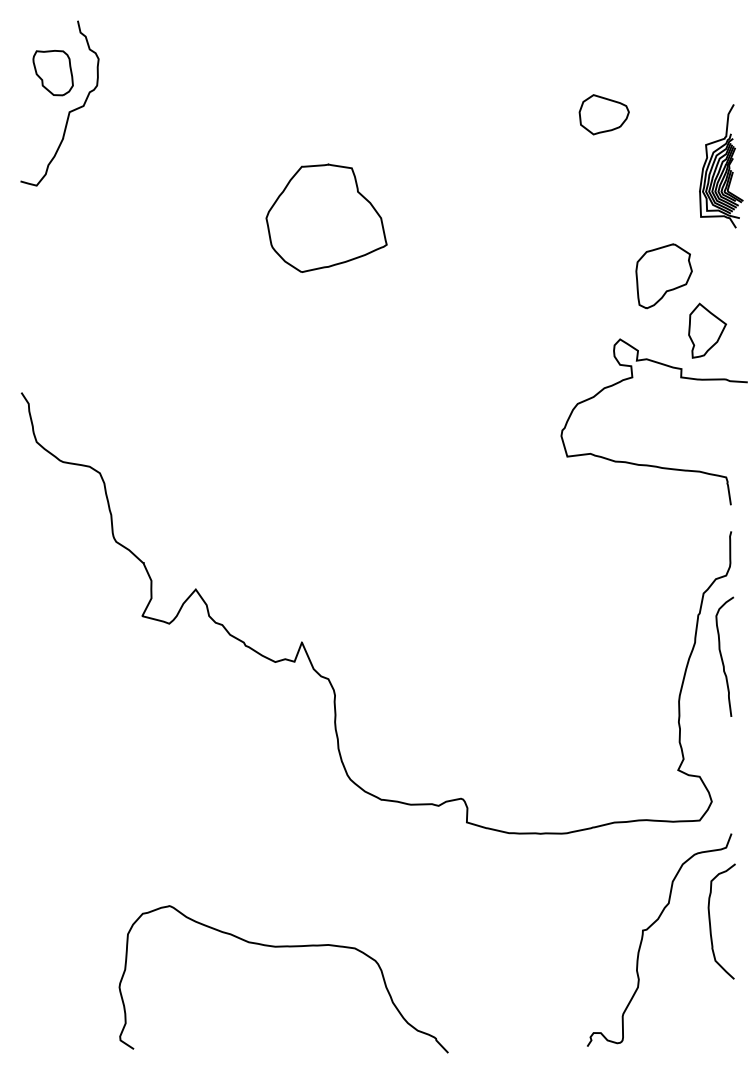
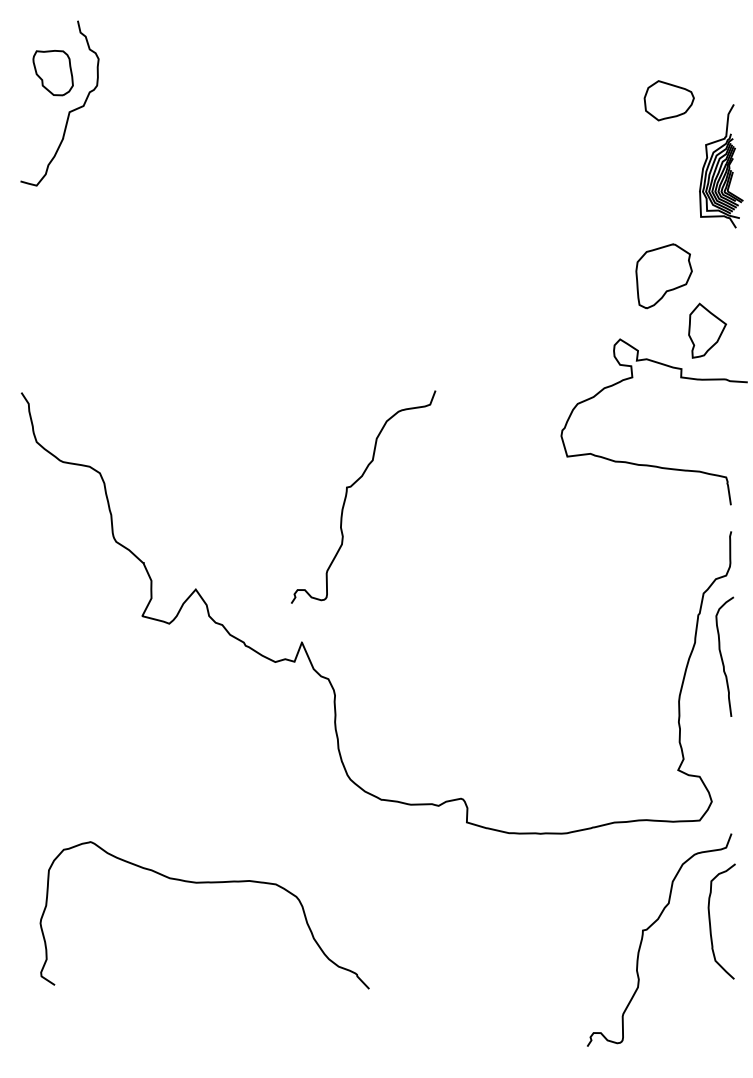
part at (603, 114) position: (603, 114) -> (668, 100)
part at (326, 217): present -> none
curve at (353, 485): none -> present
curve at (283, 947) position: (283, 947) -> (204, 883)
